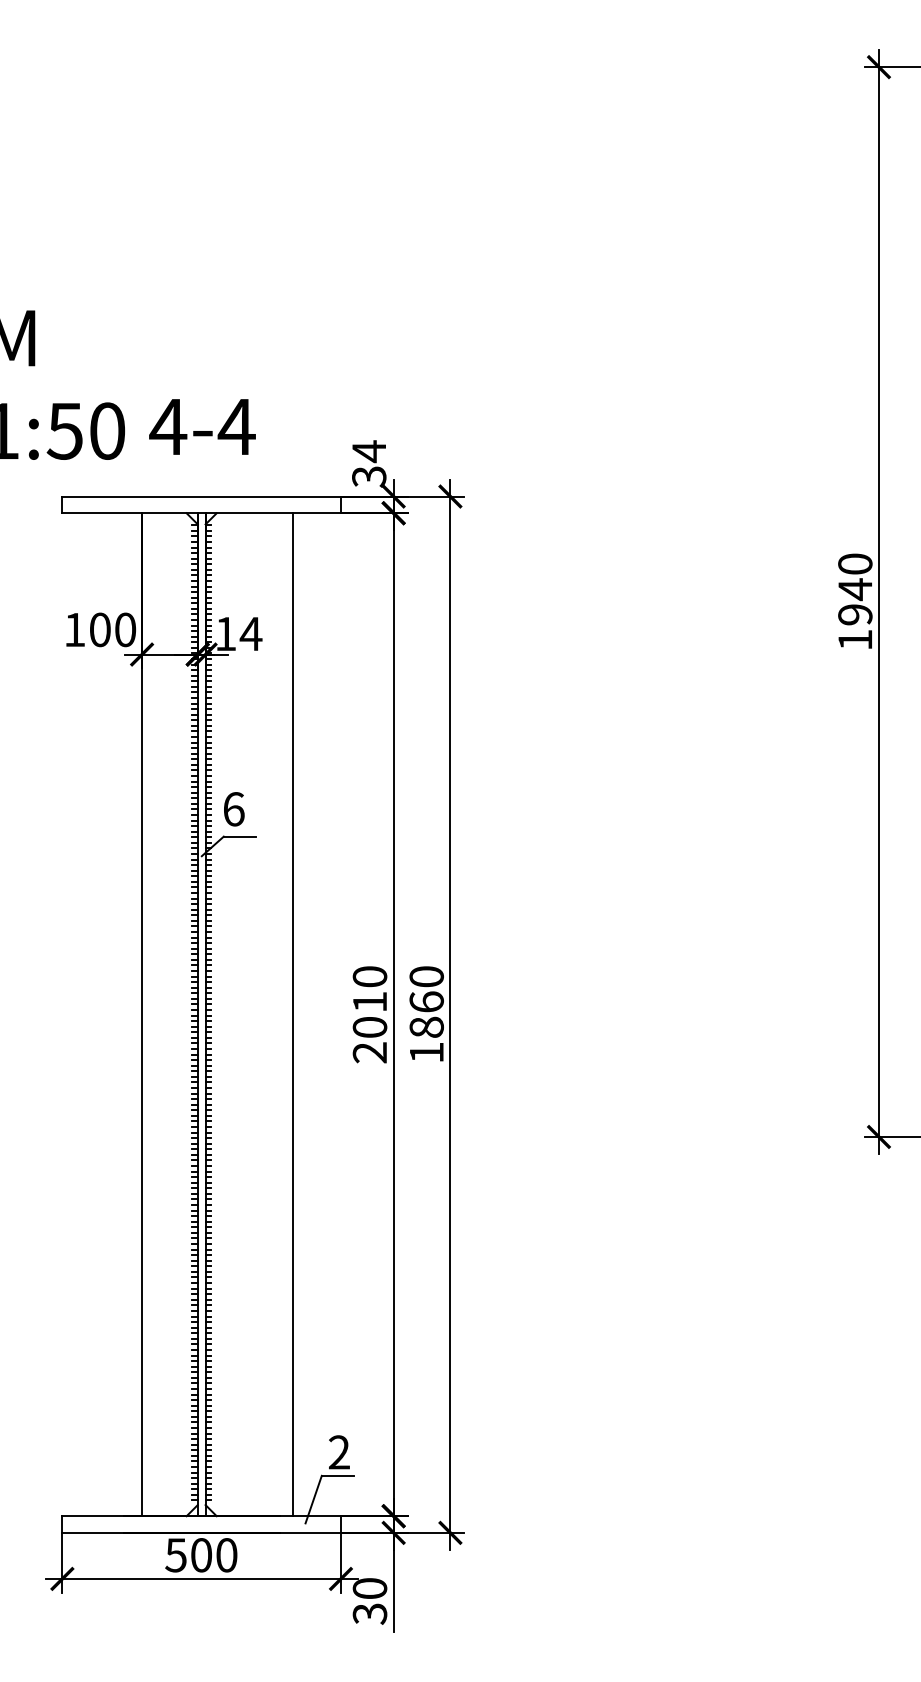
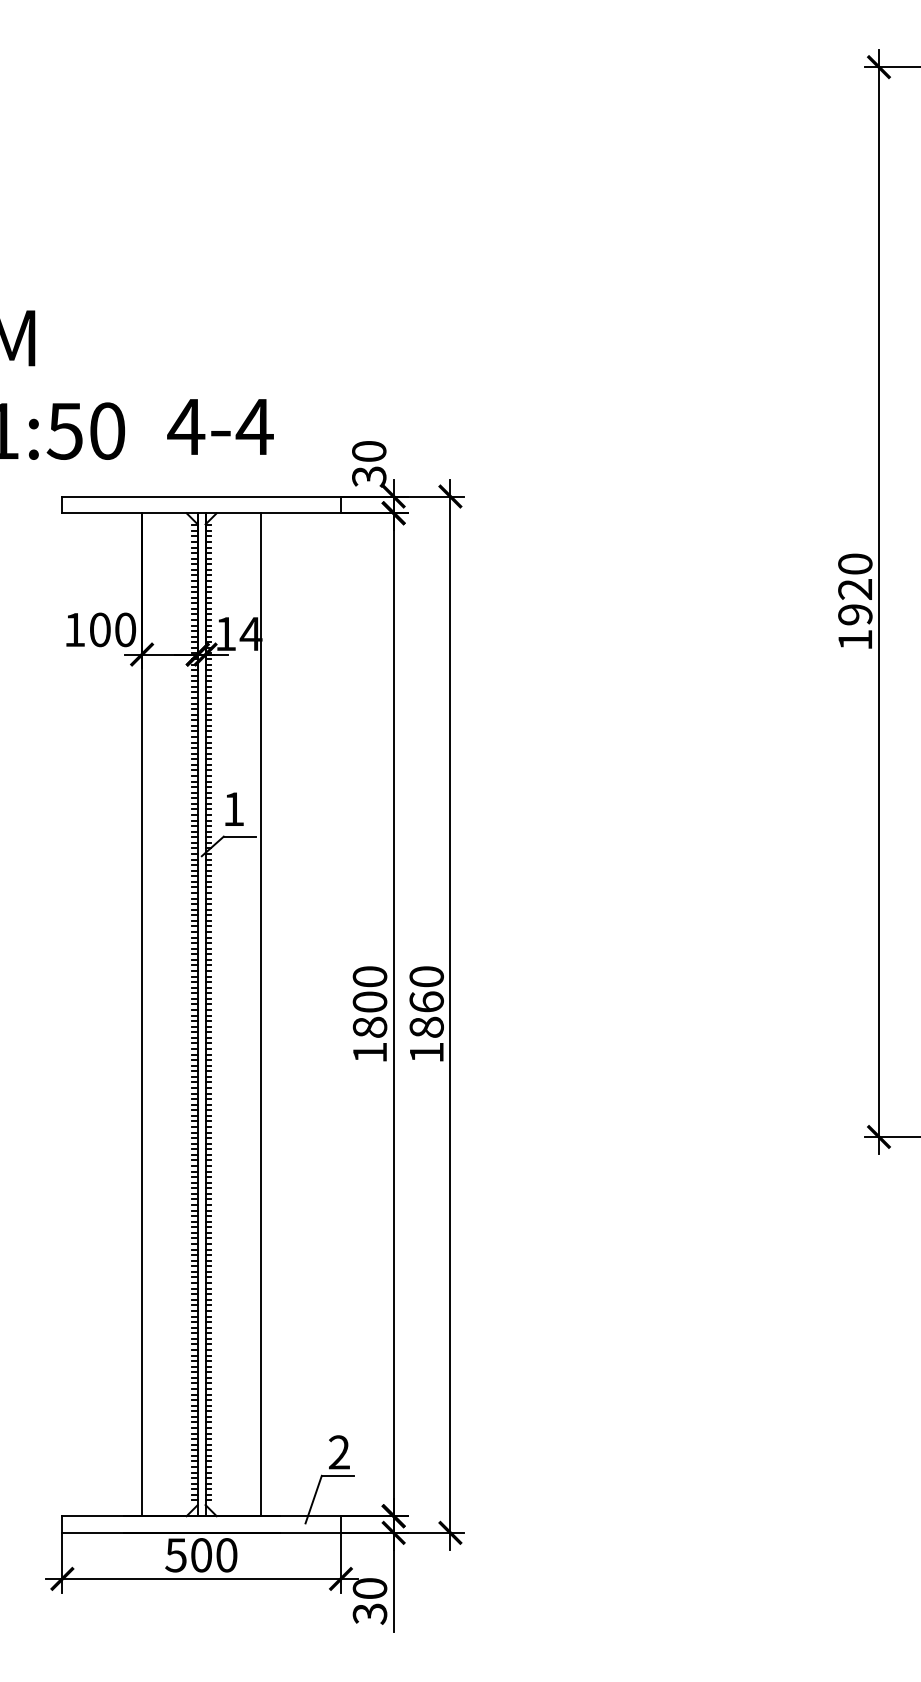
text at (202, 426) position: (202, 426) -> (220, 426)
text at (369, 451): 34 -> 30
text at (855, 589): 1940 -> 1920
text at (234, 809): 6 -> 1
line at (293, 1014) position: (293, 1014) -> (261, 1014)
text at (369, 1027): 2010 -> 1800
